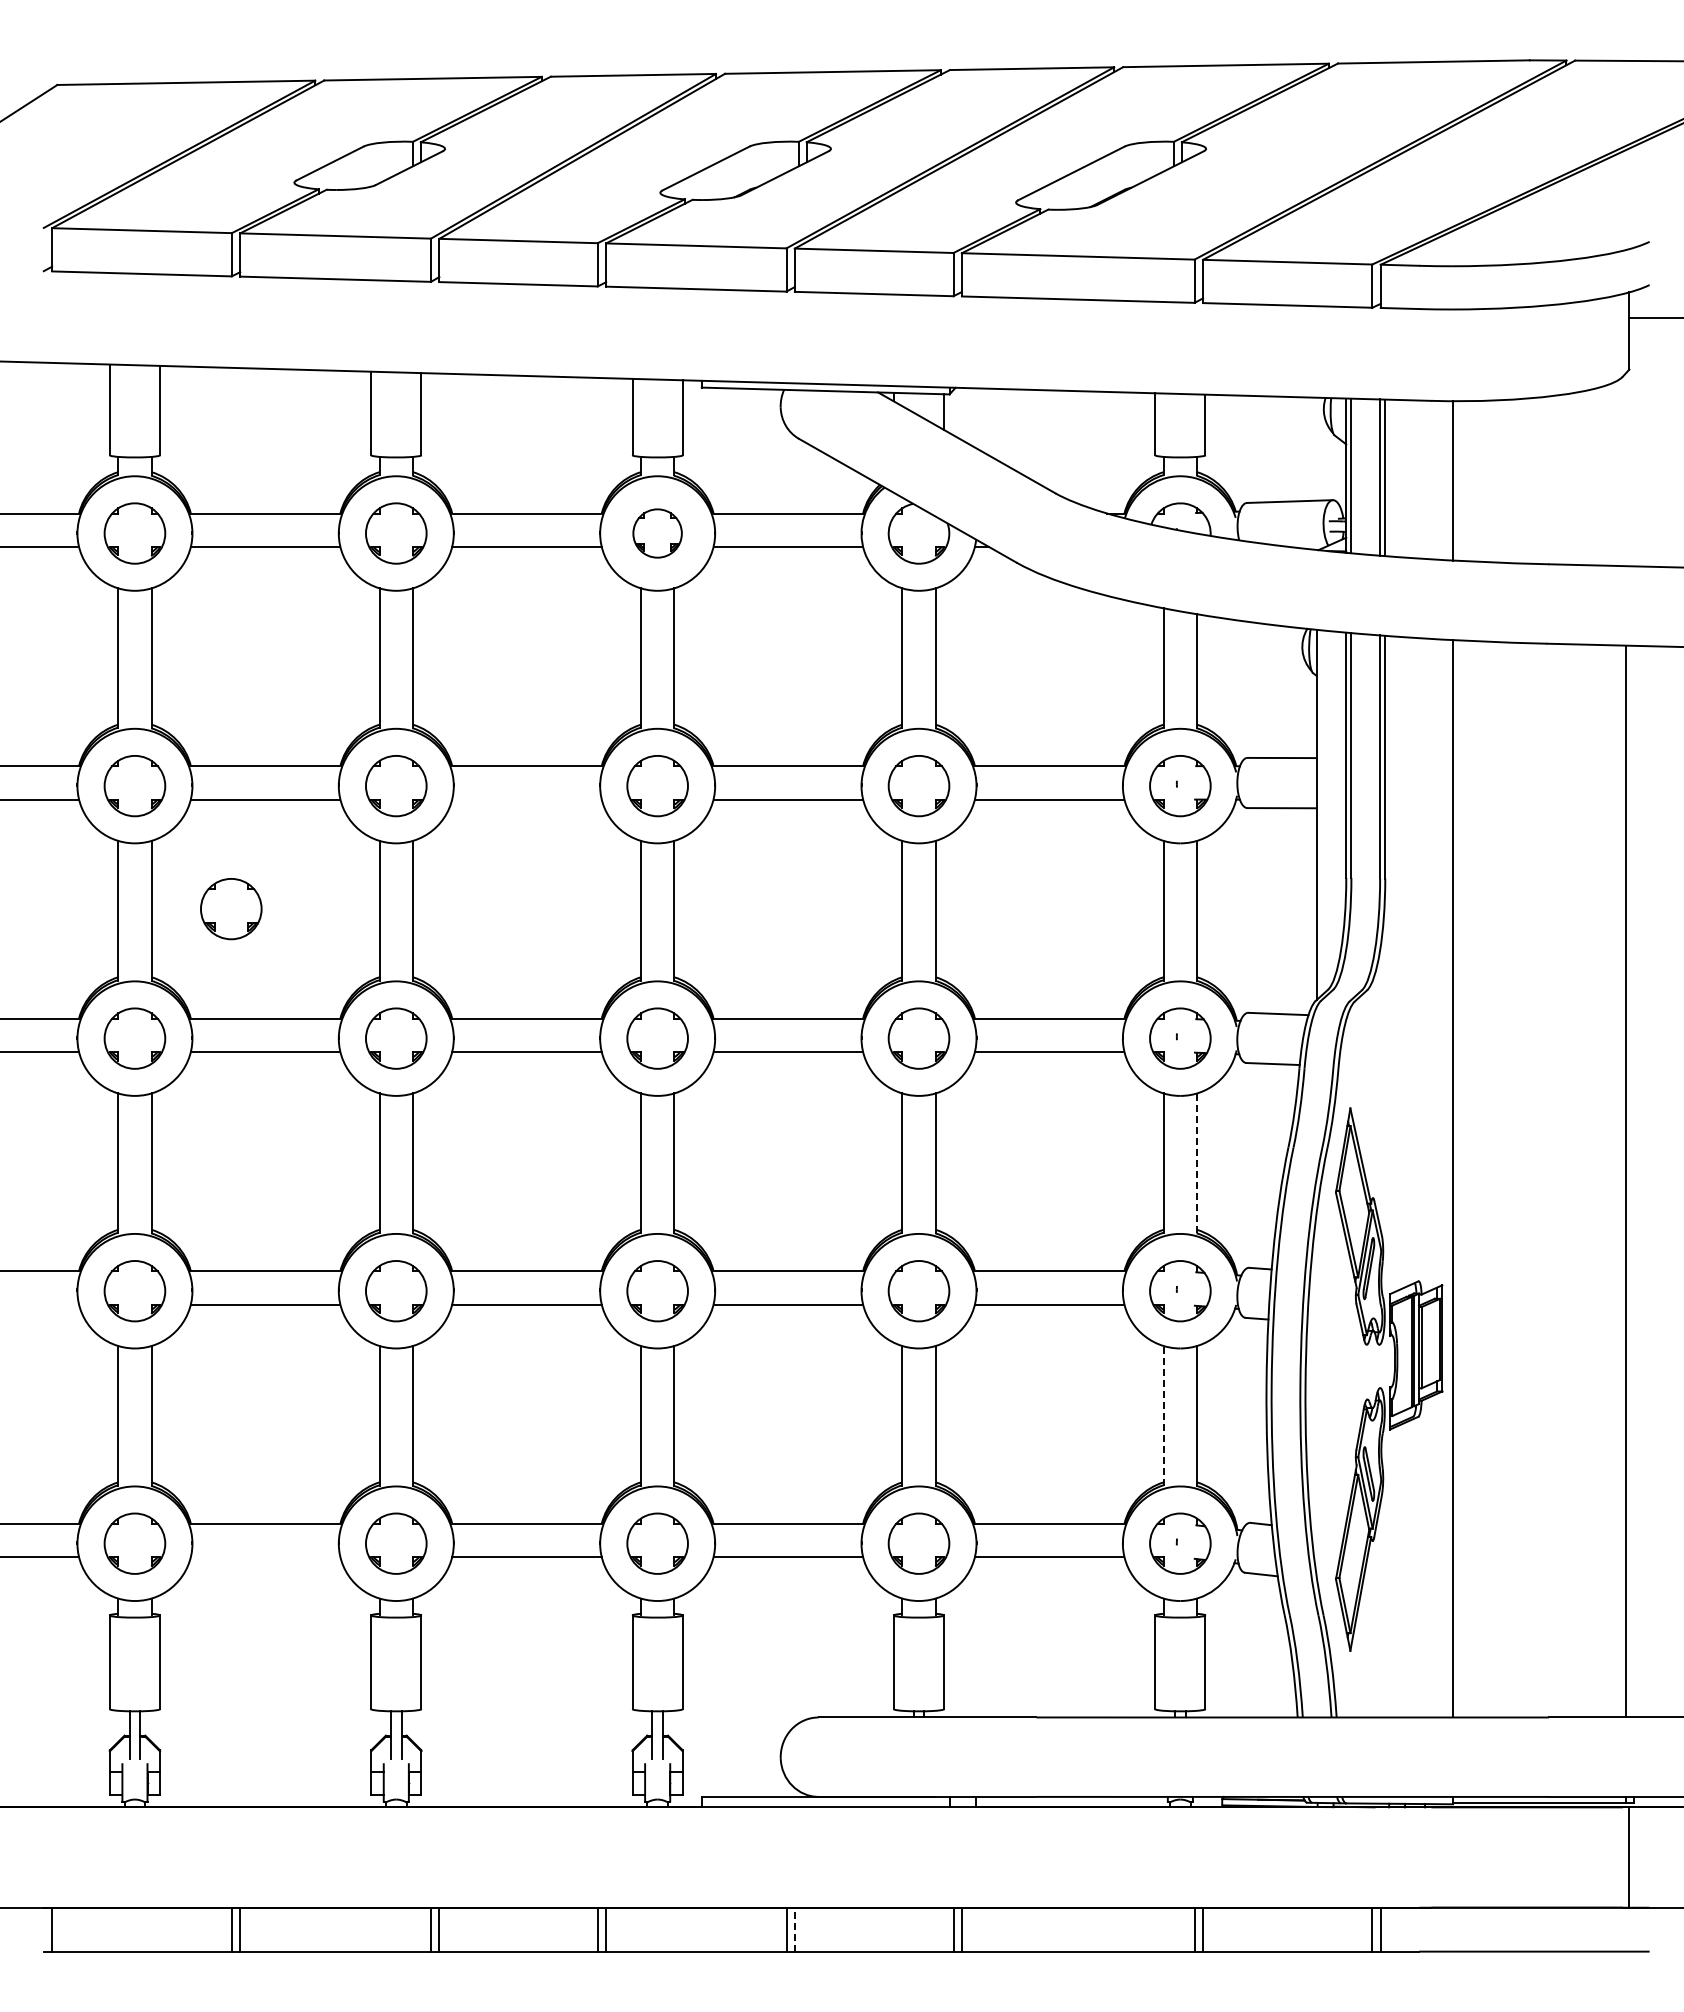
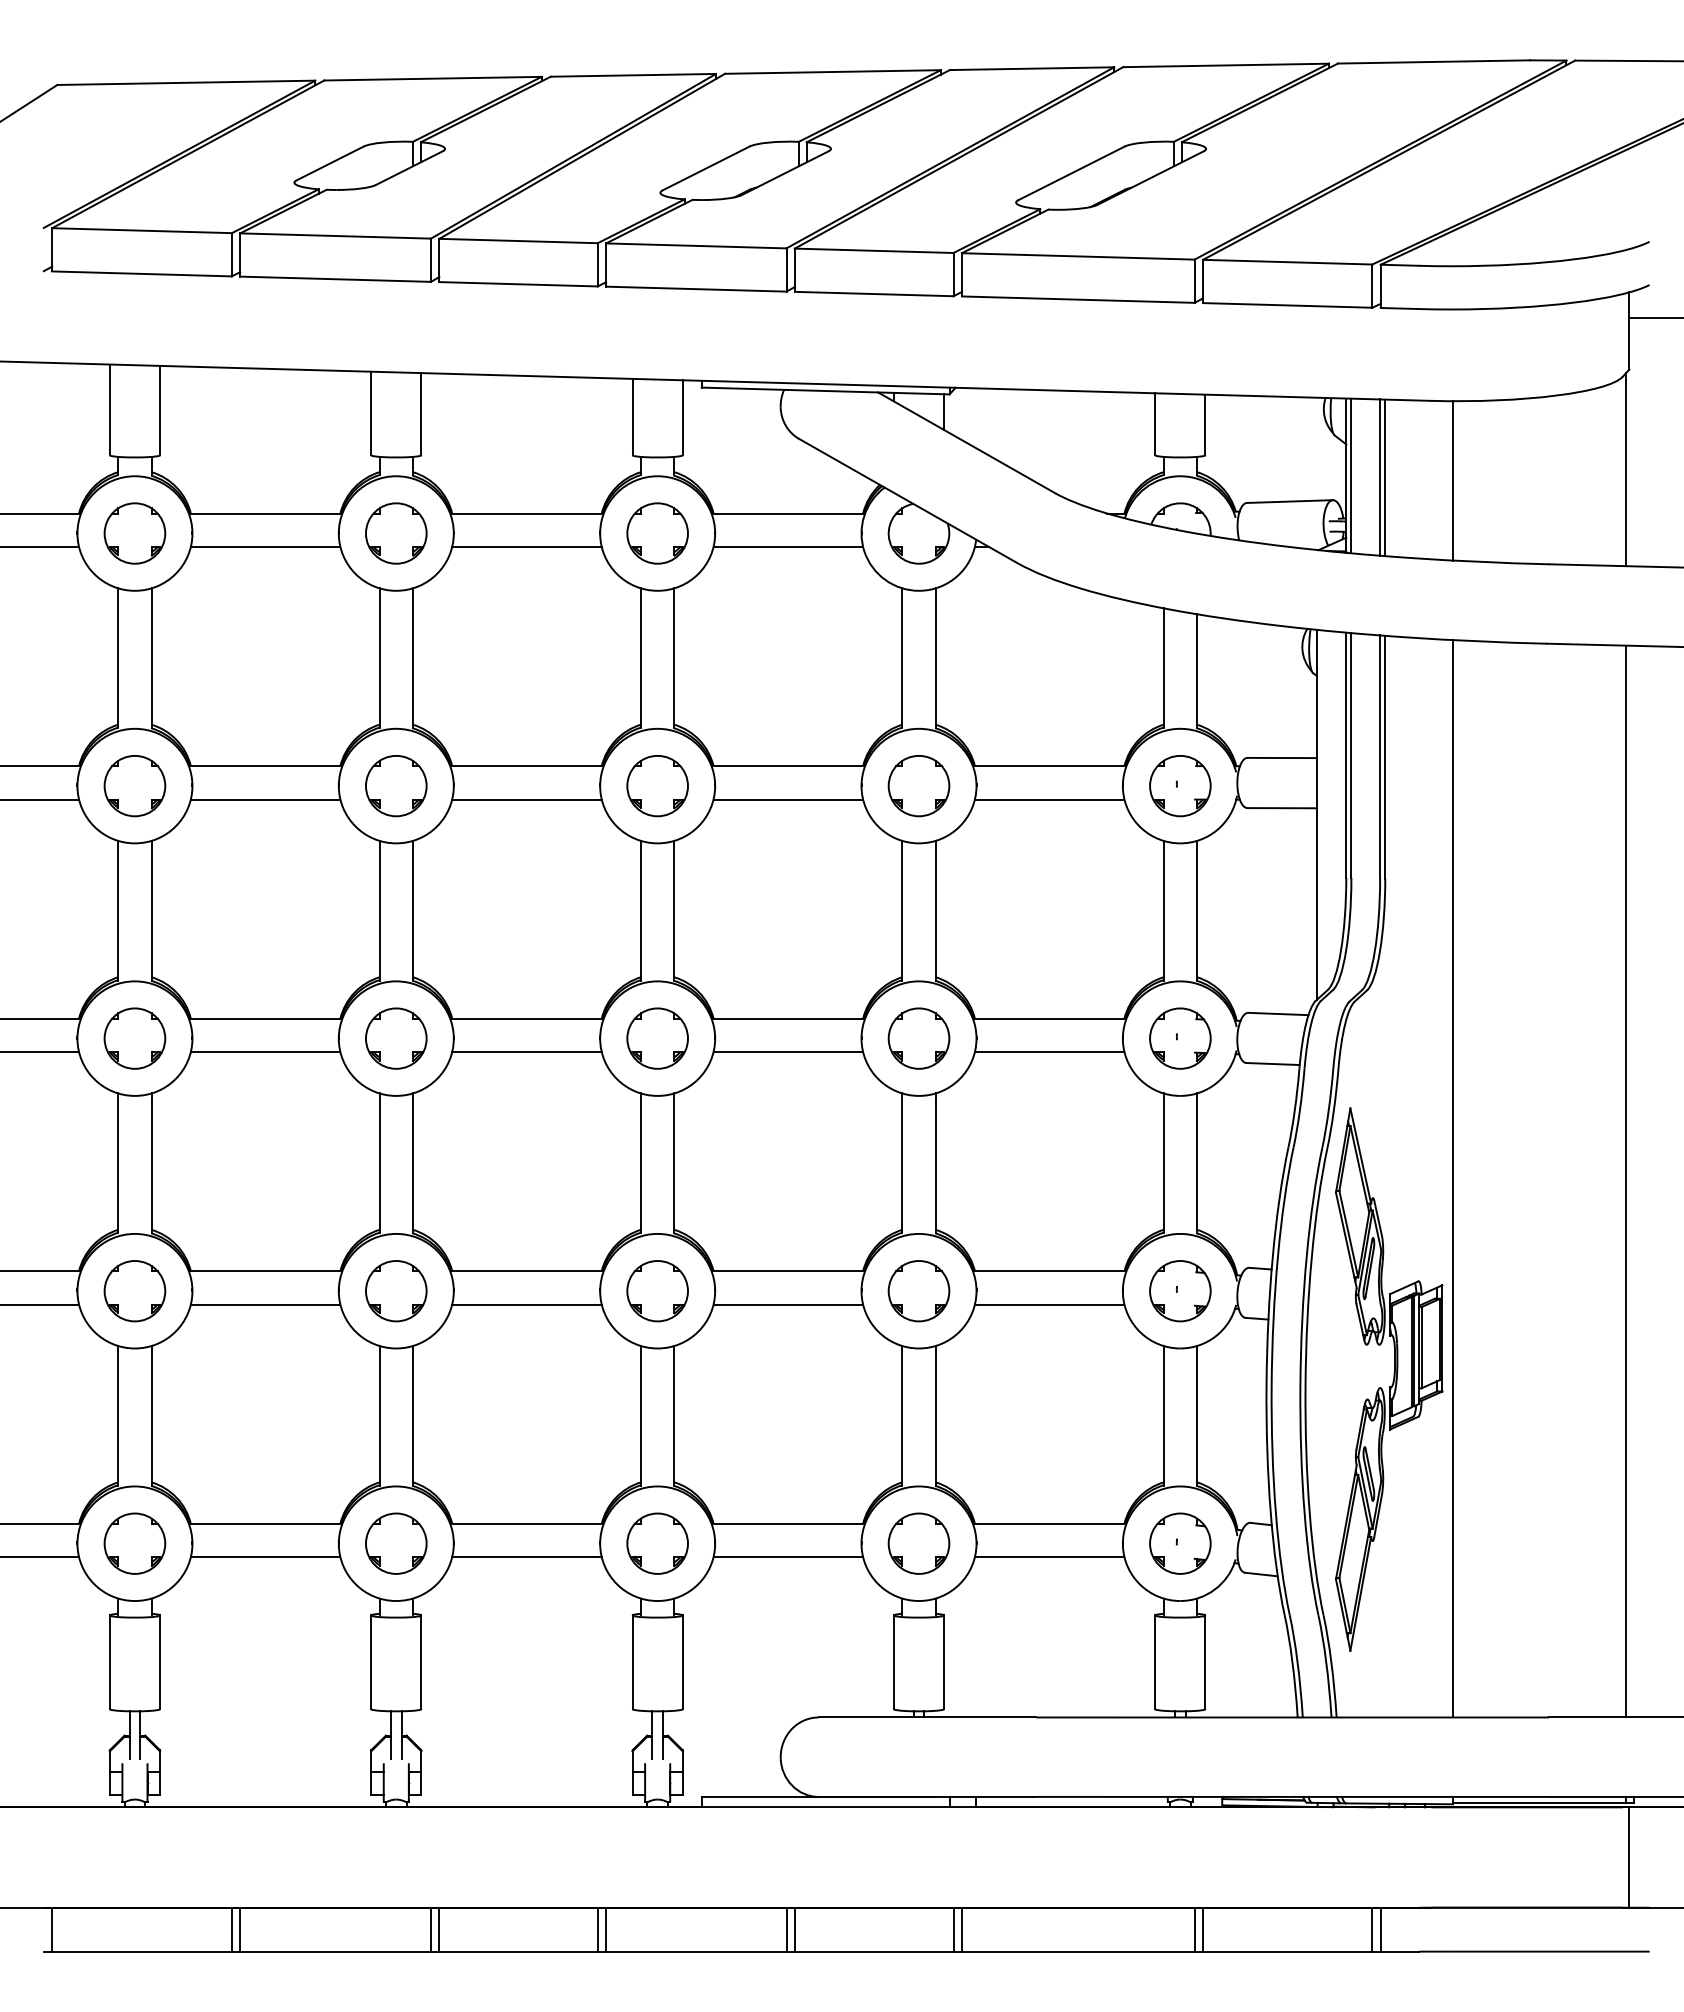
line at (1625, 469): none -> present
part at (657, 533) size: 51x51 px -> 63x63 px
line at (526, 799): none -> present
part at (231, 909): present -> none
line at (1197, 1163): dashed -> solid
line at (40, 1304): none -> present
line at (1163, 1415): dashed -> solid
line at (265, 1557): none -> present
line at (794, 1929): dashed -> solid
